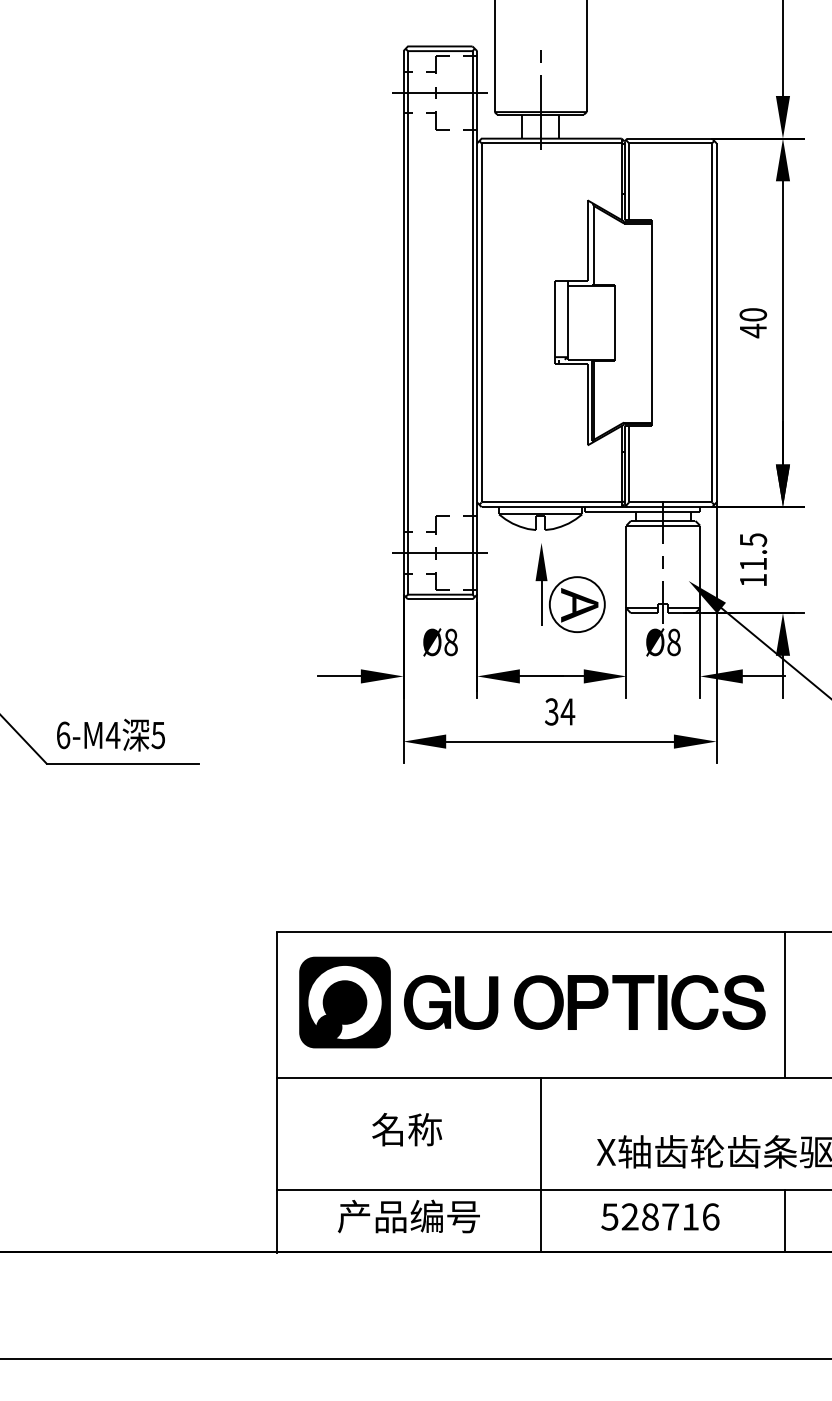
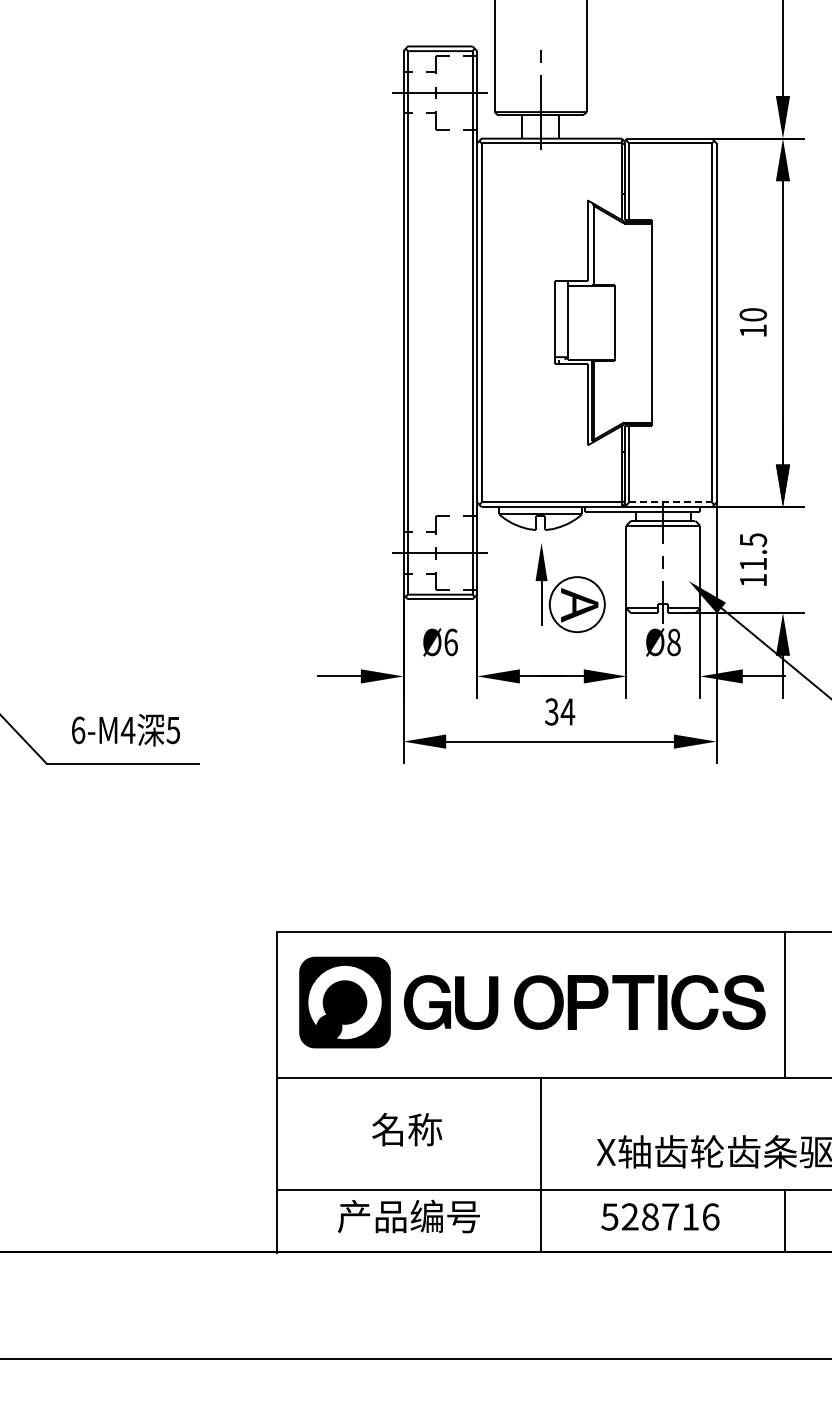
text at (753, 330): 40 -> 10
line at (670, 502): solid -> dashed
text at (450, 642): Ø8 -> Ø6
text at (110, 734) position: (110, 734) -> (125, 729)
